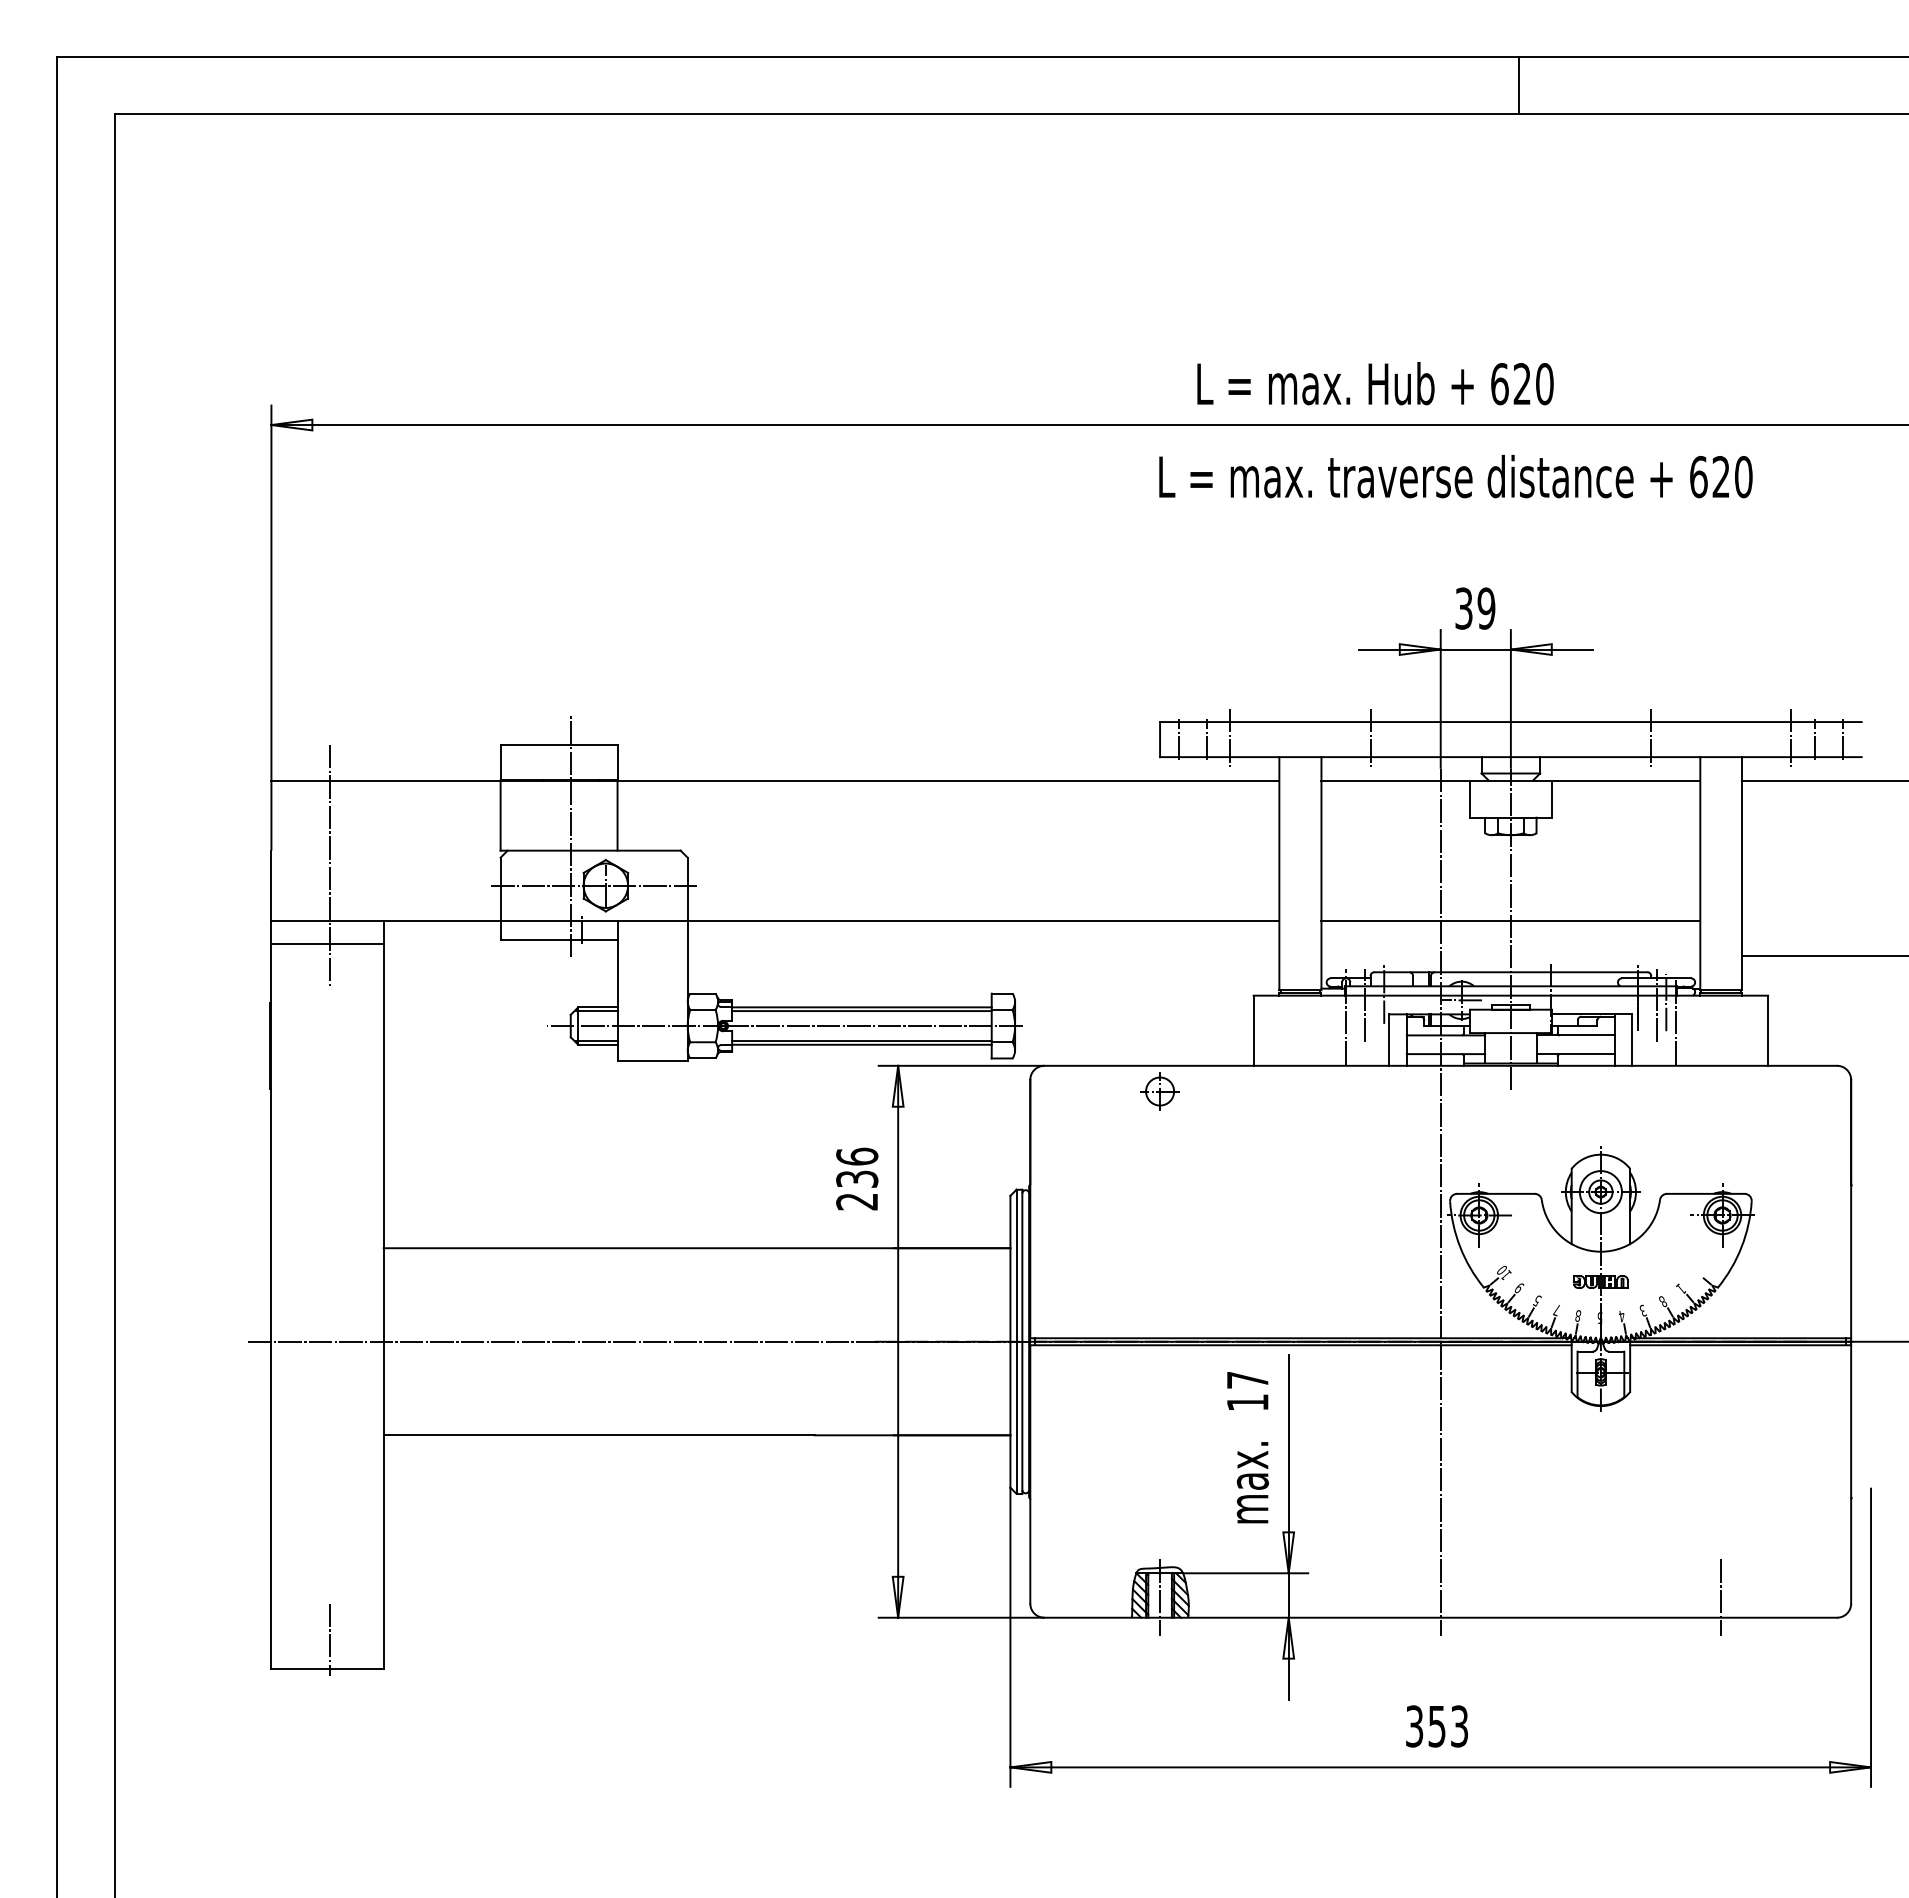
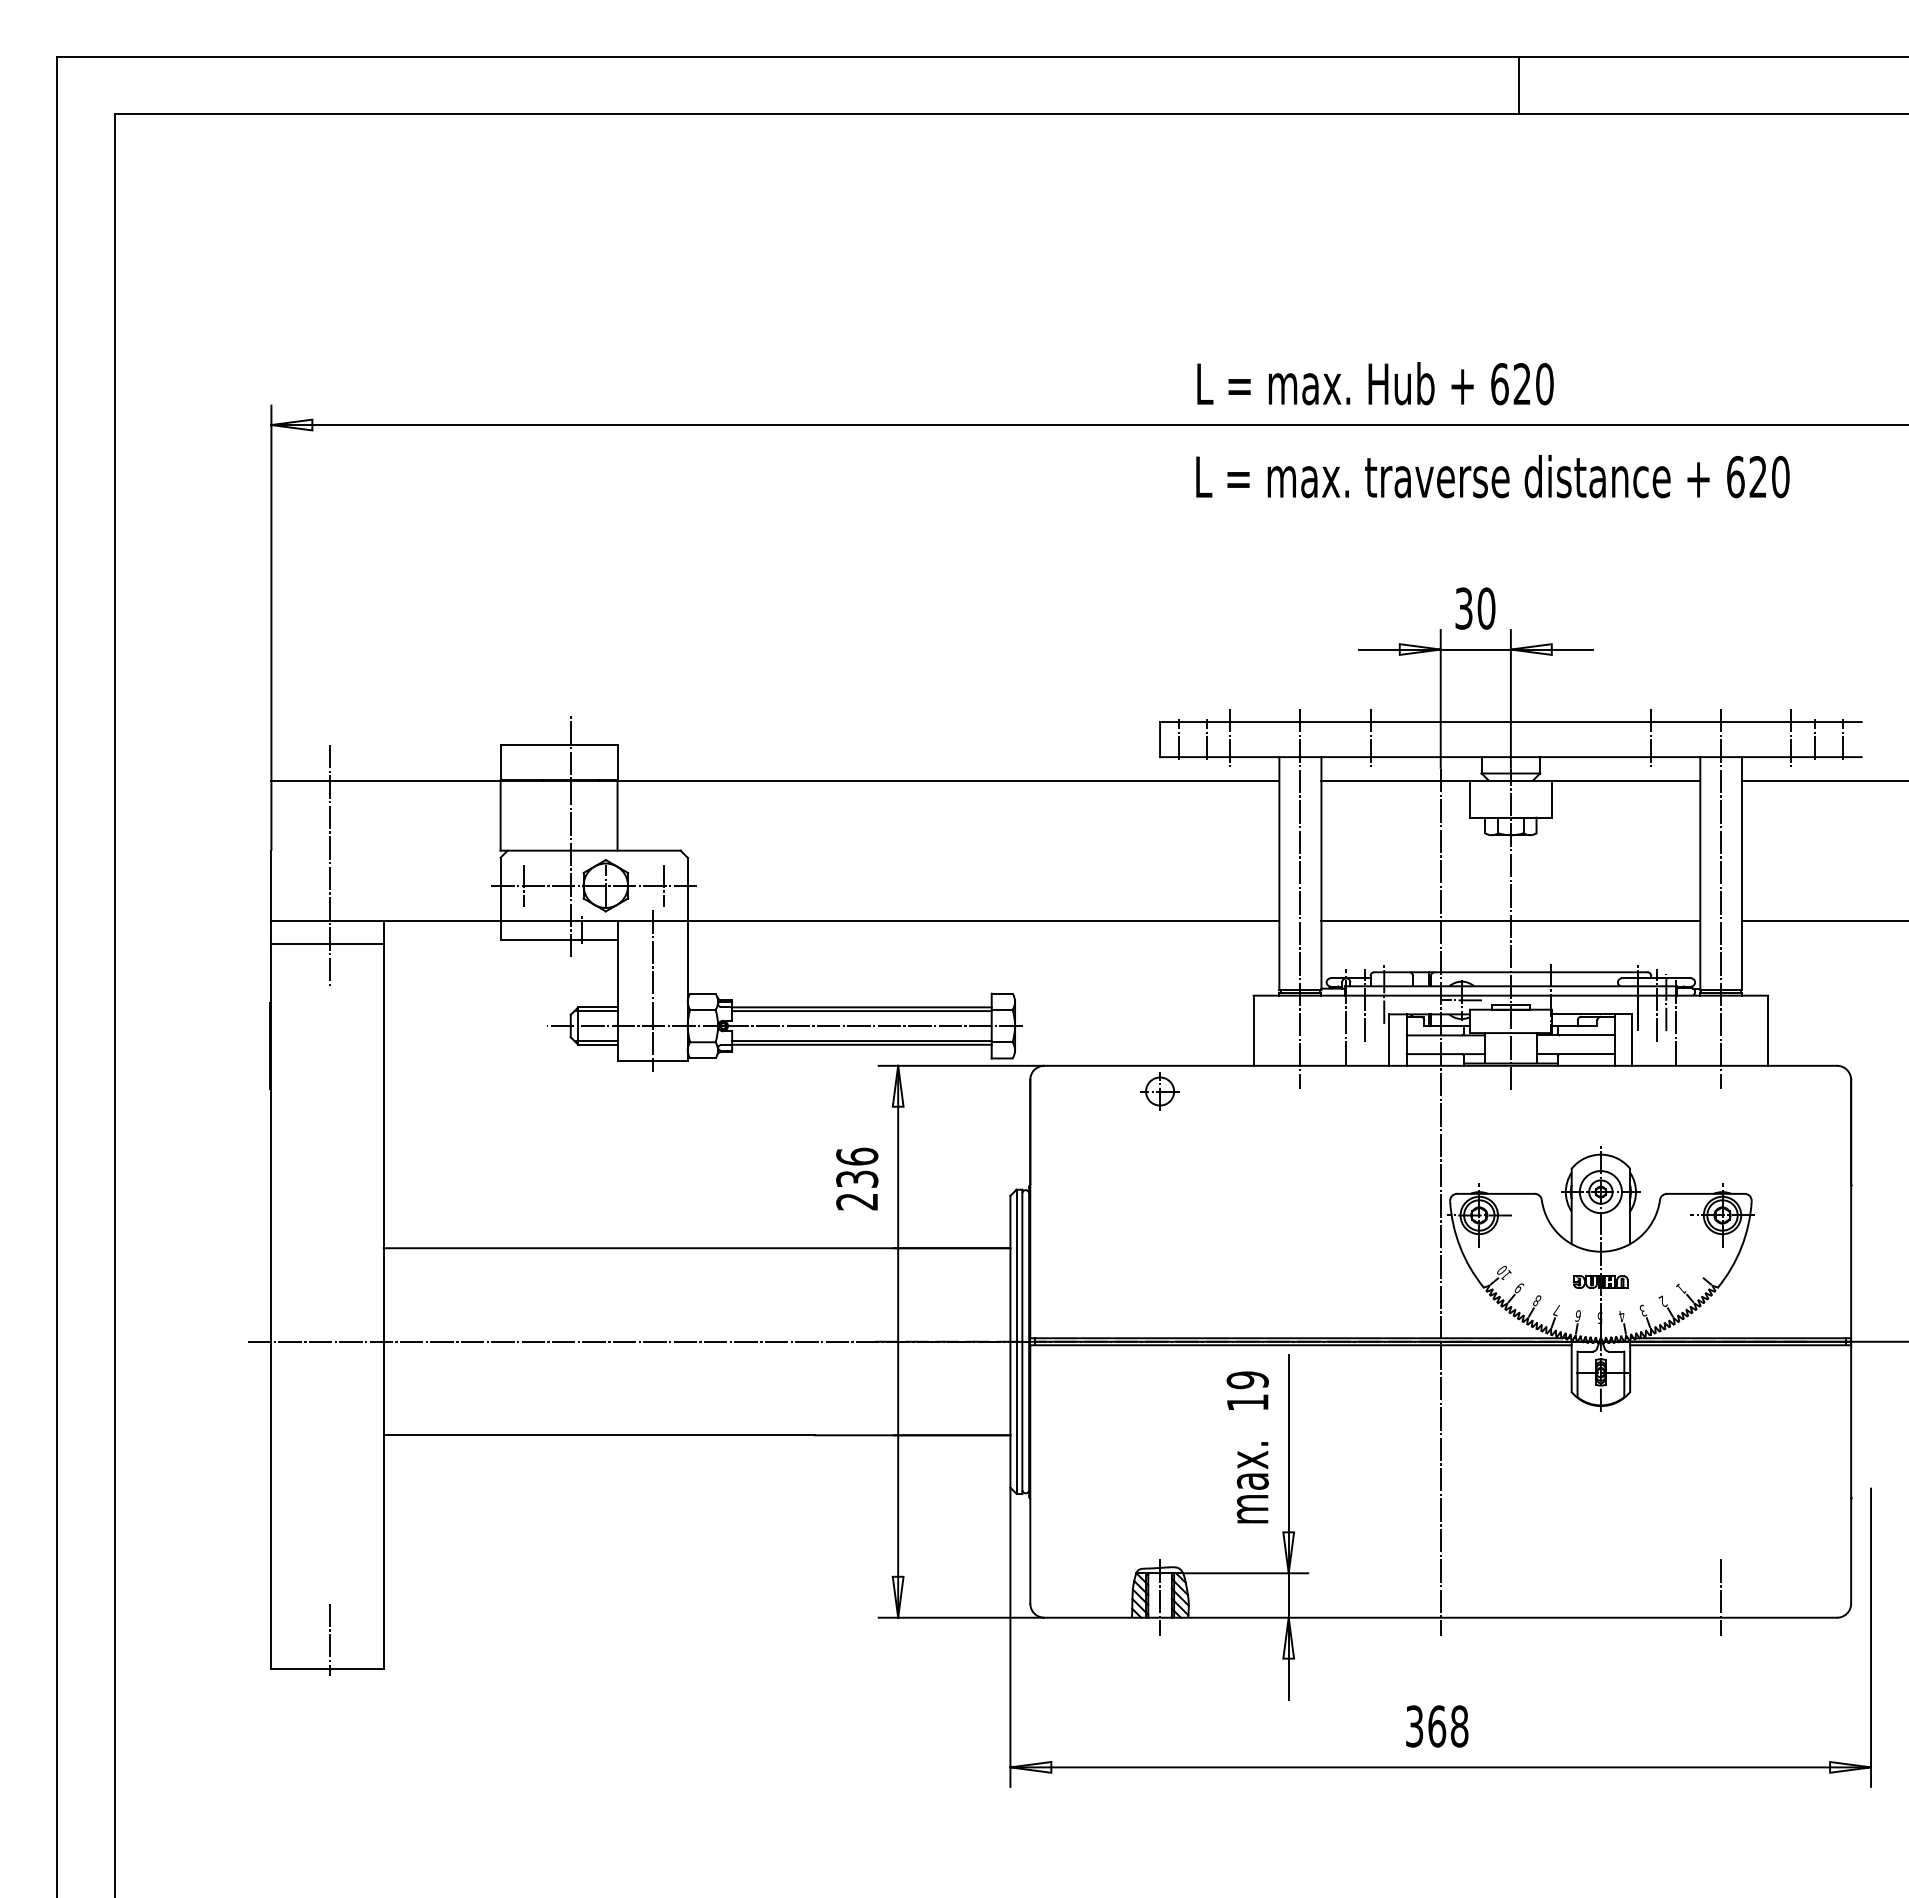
text at (1455, 476) position: (1455, 476) -> (1492, 476)
text at (1486, 608): 39 -> 30
line at (524, 885): none -> present
line at (664, 885): none -> present
line at (1300, 898): none -> present
line at (1721, 898): none -> present
line at (1823, 955) position: (1823, 955) -> (1823, 920)
line at (652, 990): none -> present
text at (1536, 1300): 5 -> 8
text at (1662, 1301): 8 -> 2
text at (1578, 1315): 8 -> 6
text at (1247, 1380): 17 -> 19
text at (1448, 1726): 353 -> 368
